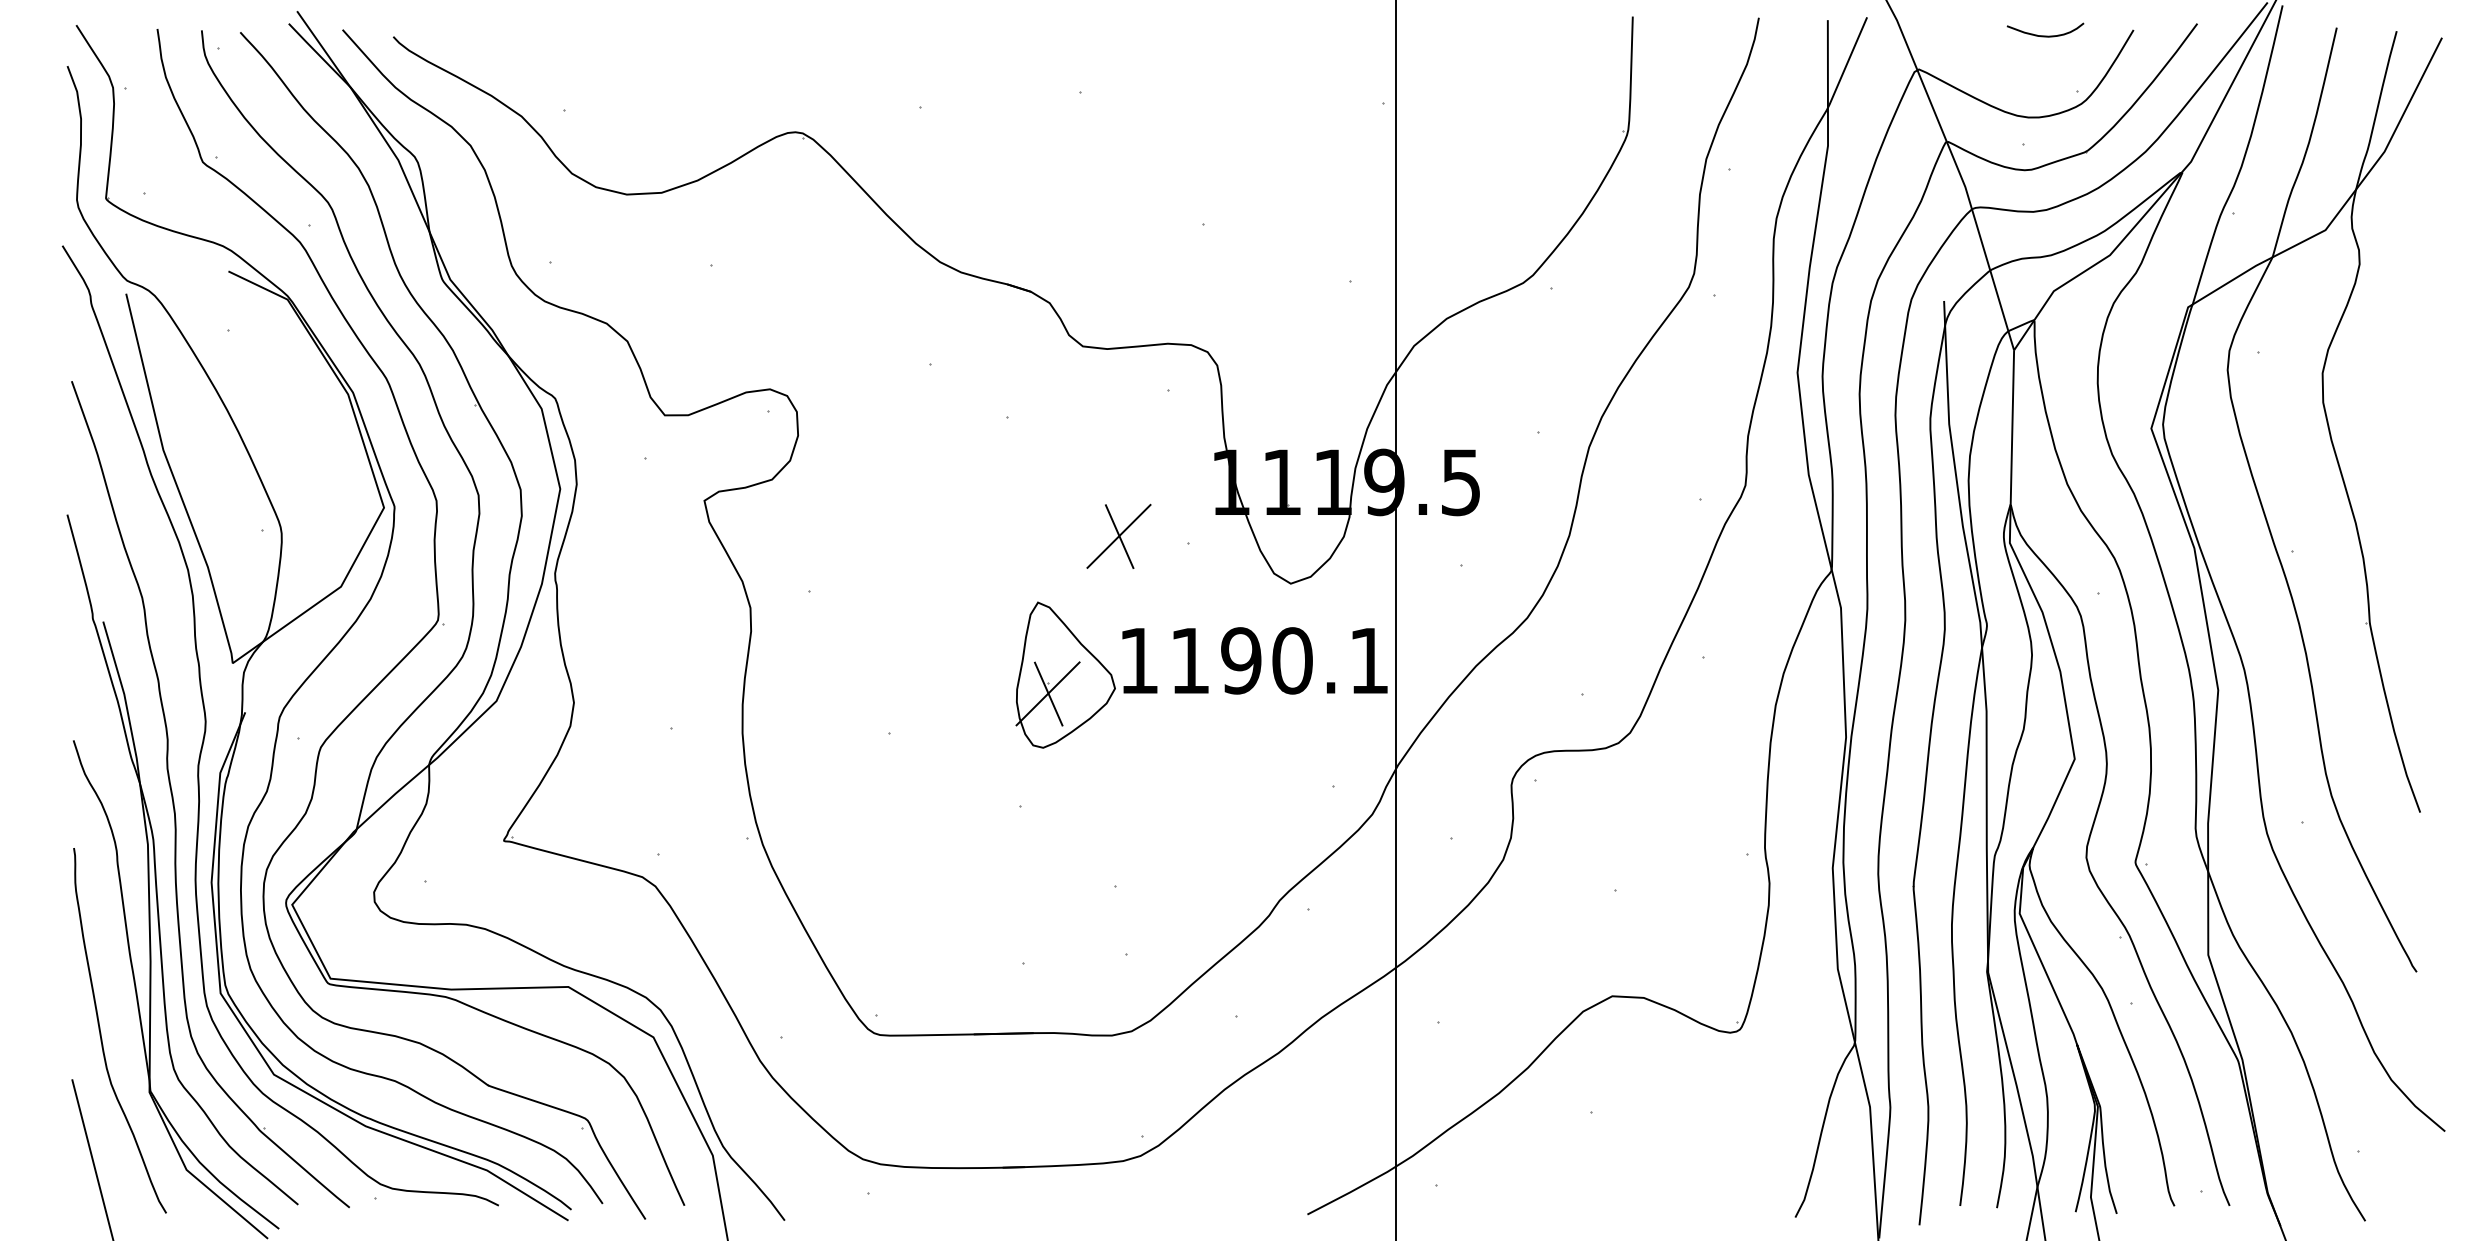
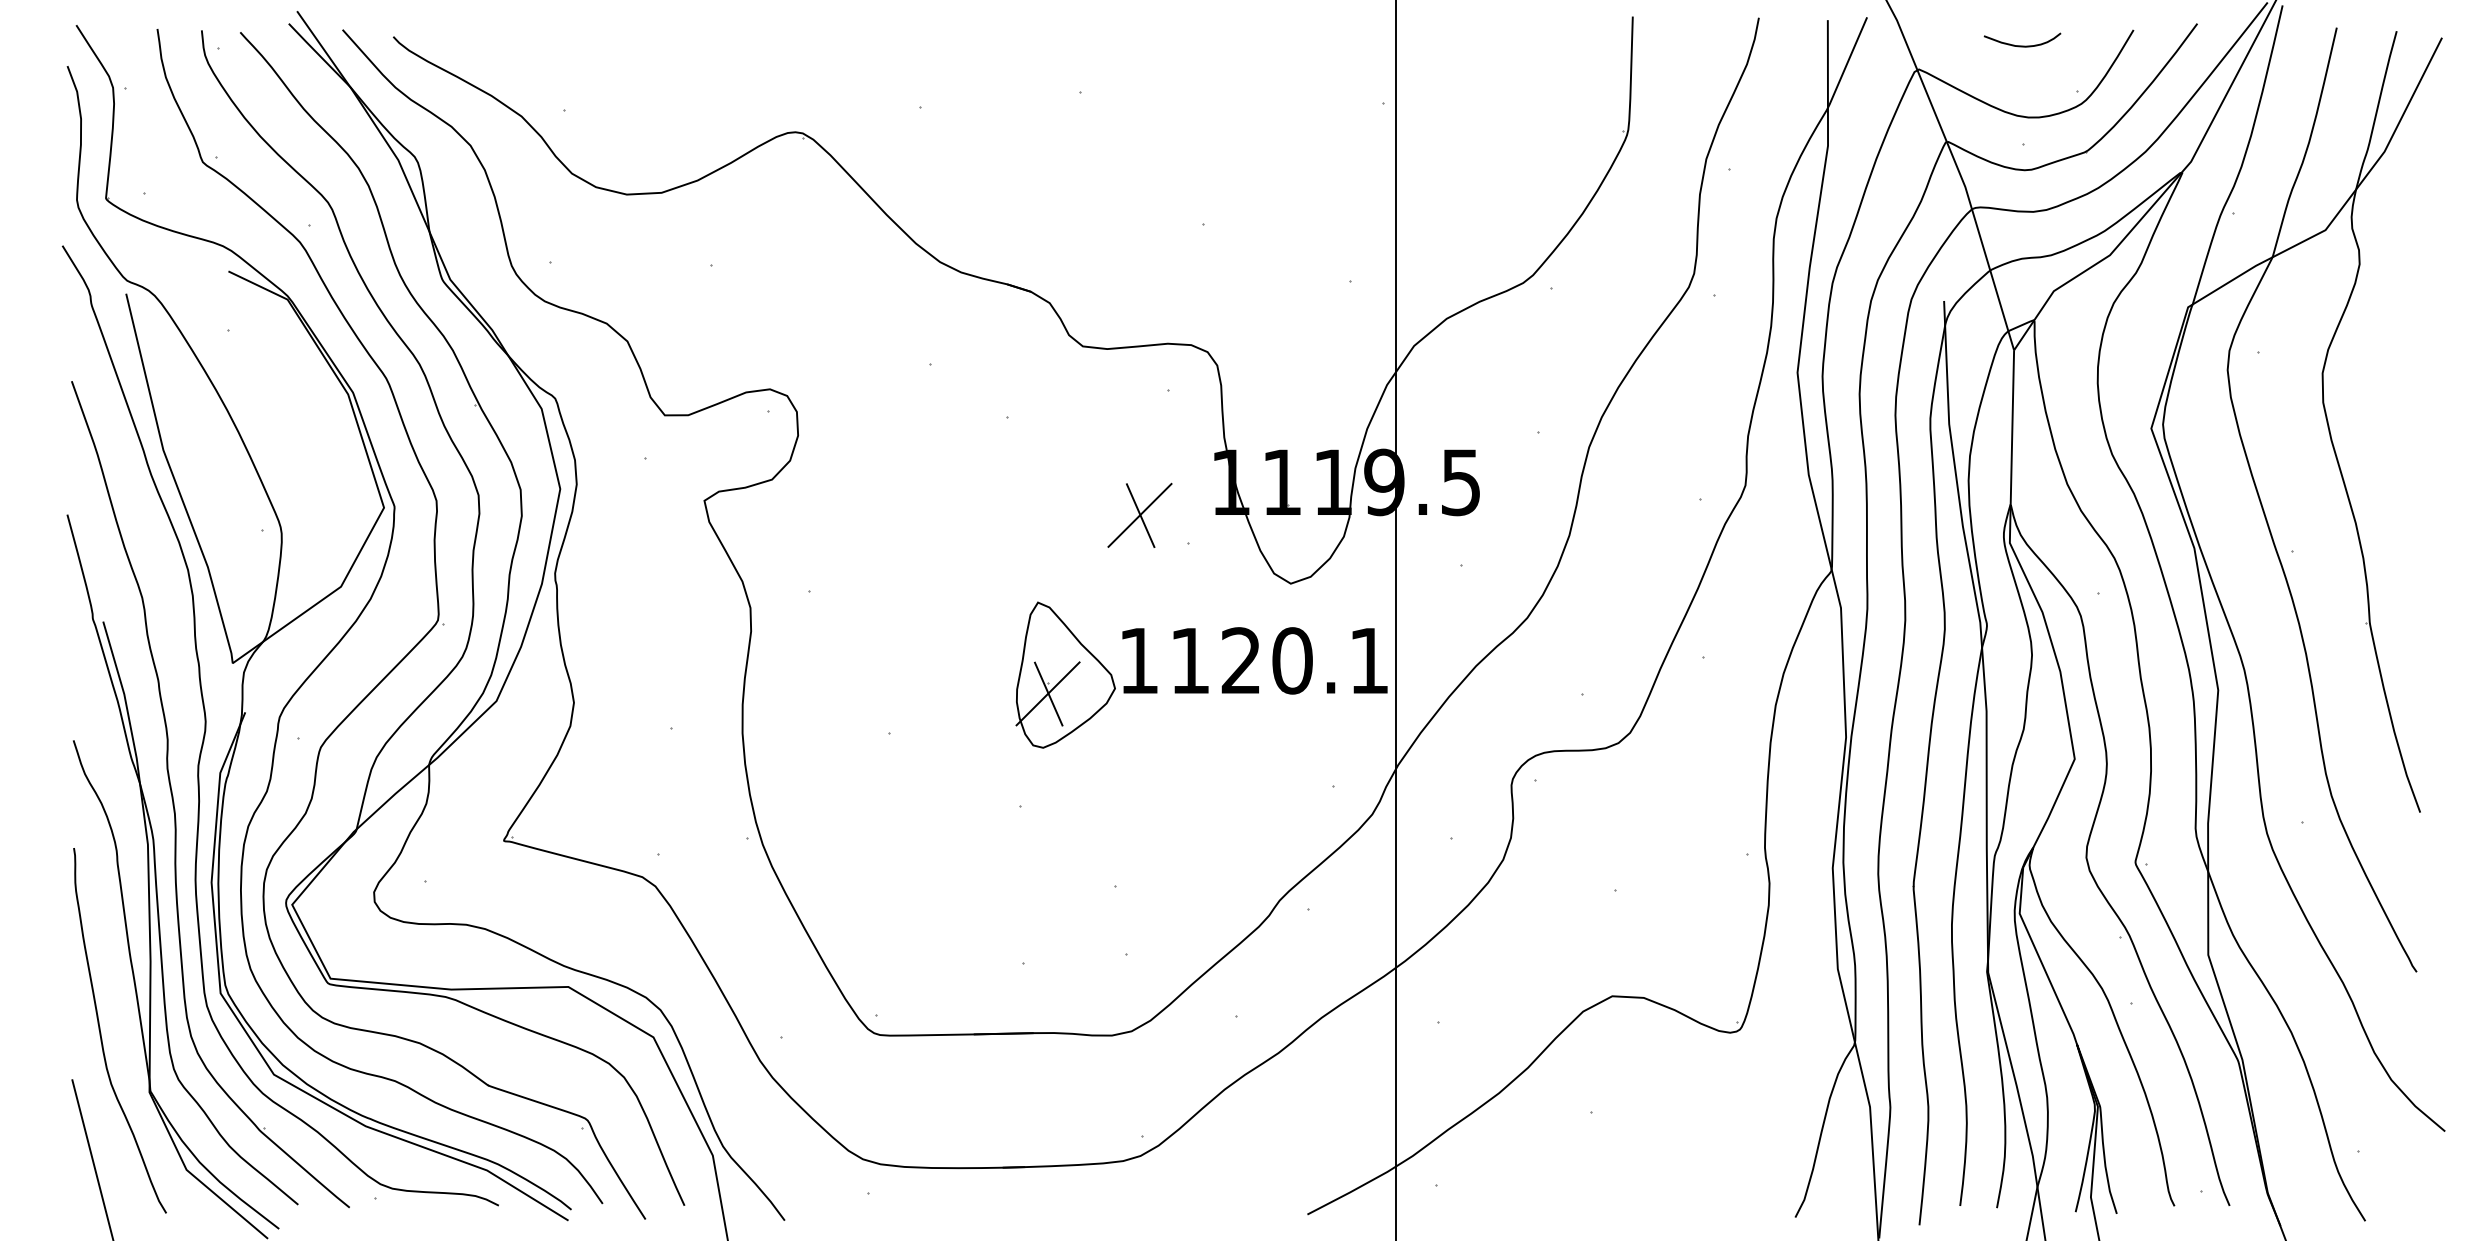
curve at (2045, 35) position: (2045, 35) -> (2022, 45)
part at (1118, 535) position: (1118, 535) -> (1139, 514)
text at (1241, 660): 1190.1 -> 1120.1
